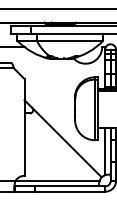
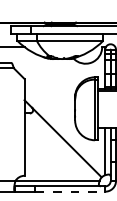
line at (57, 9): present -> none
line at (70, 191): solid -> dashed
